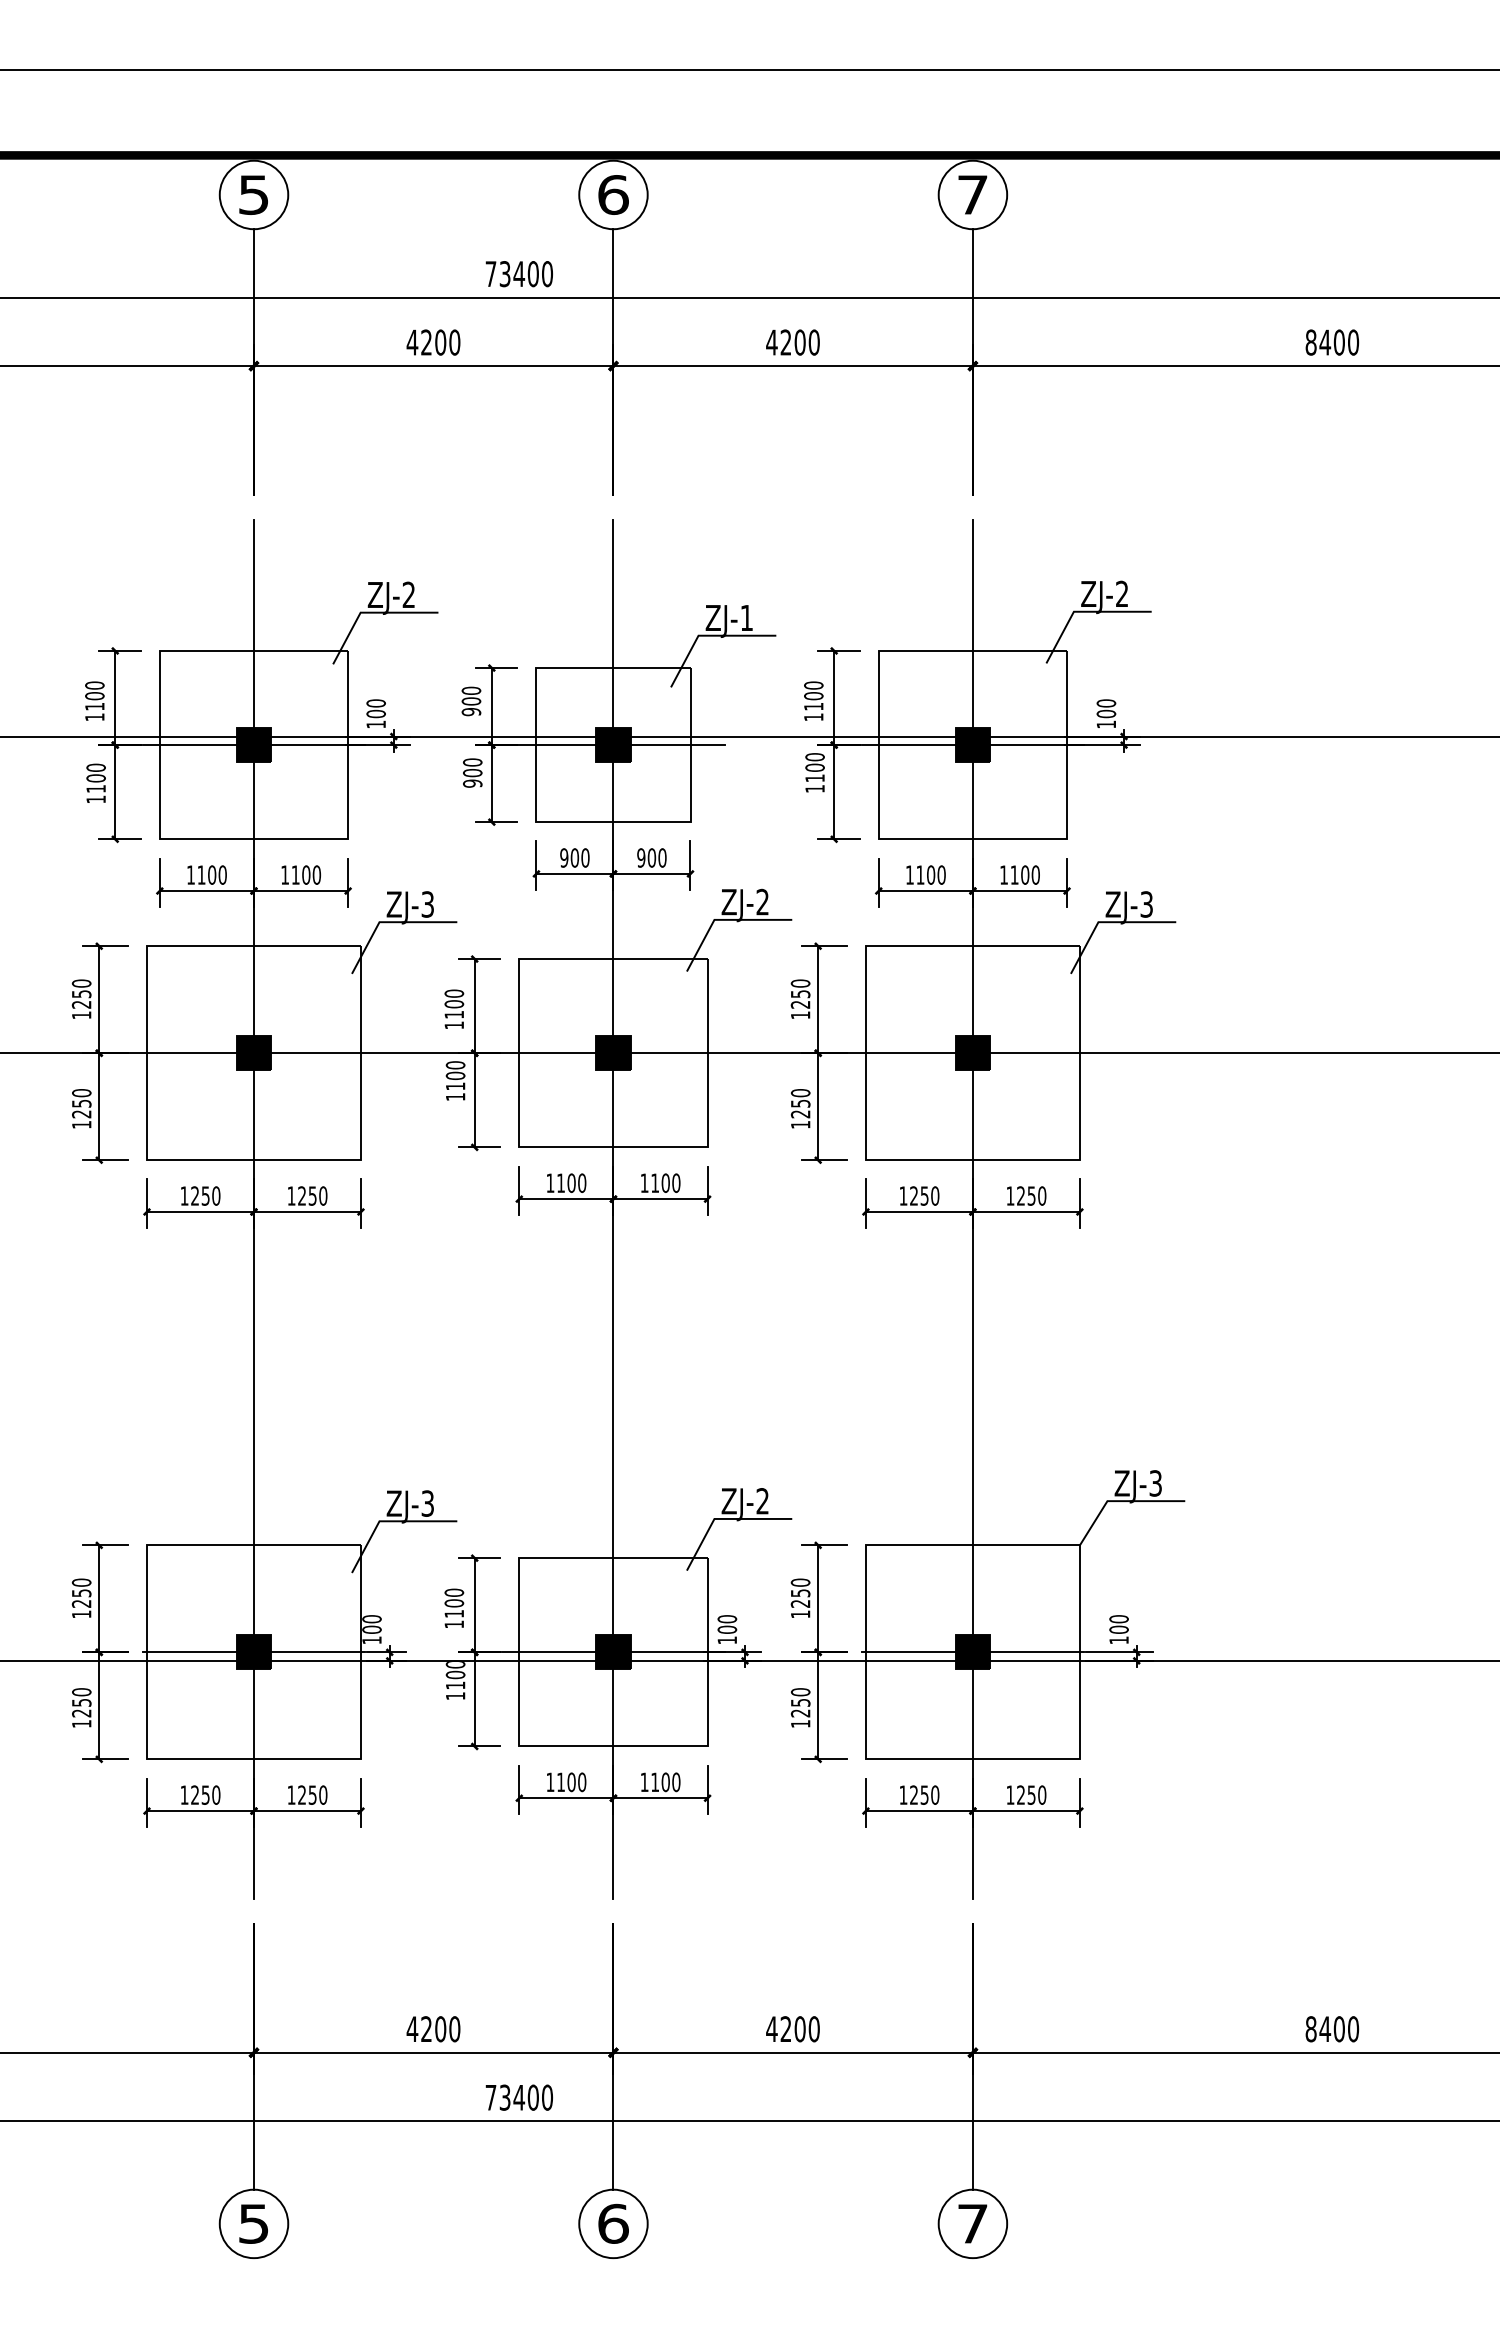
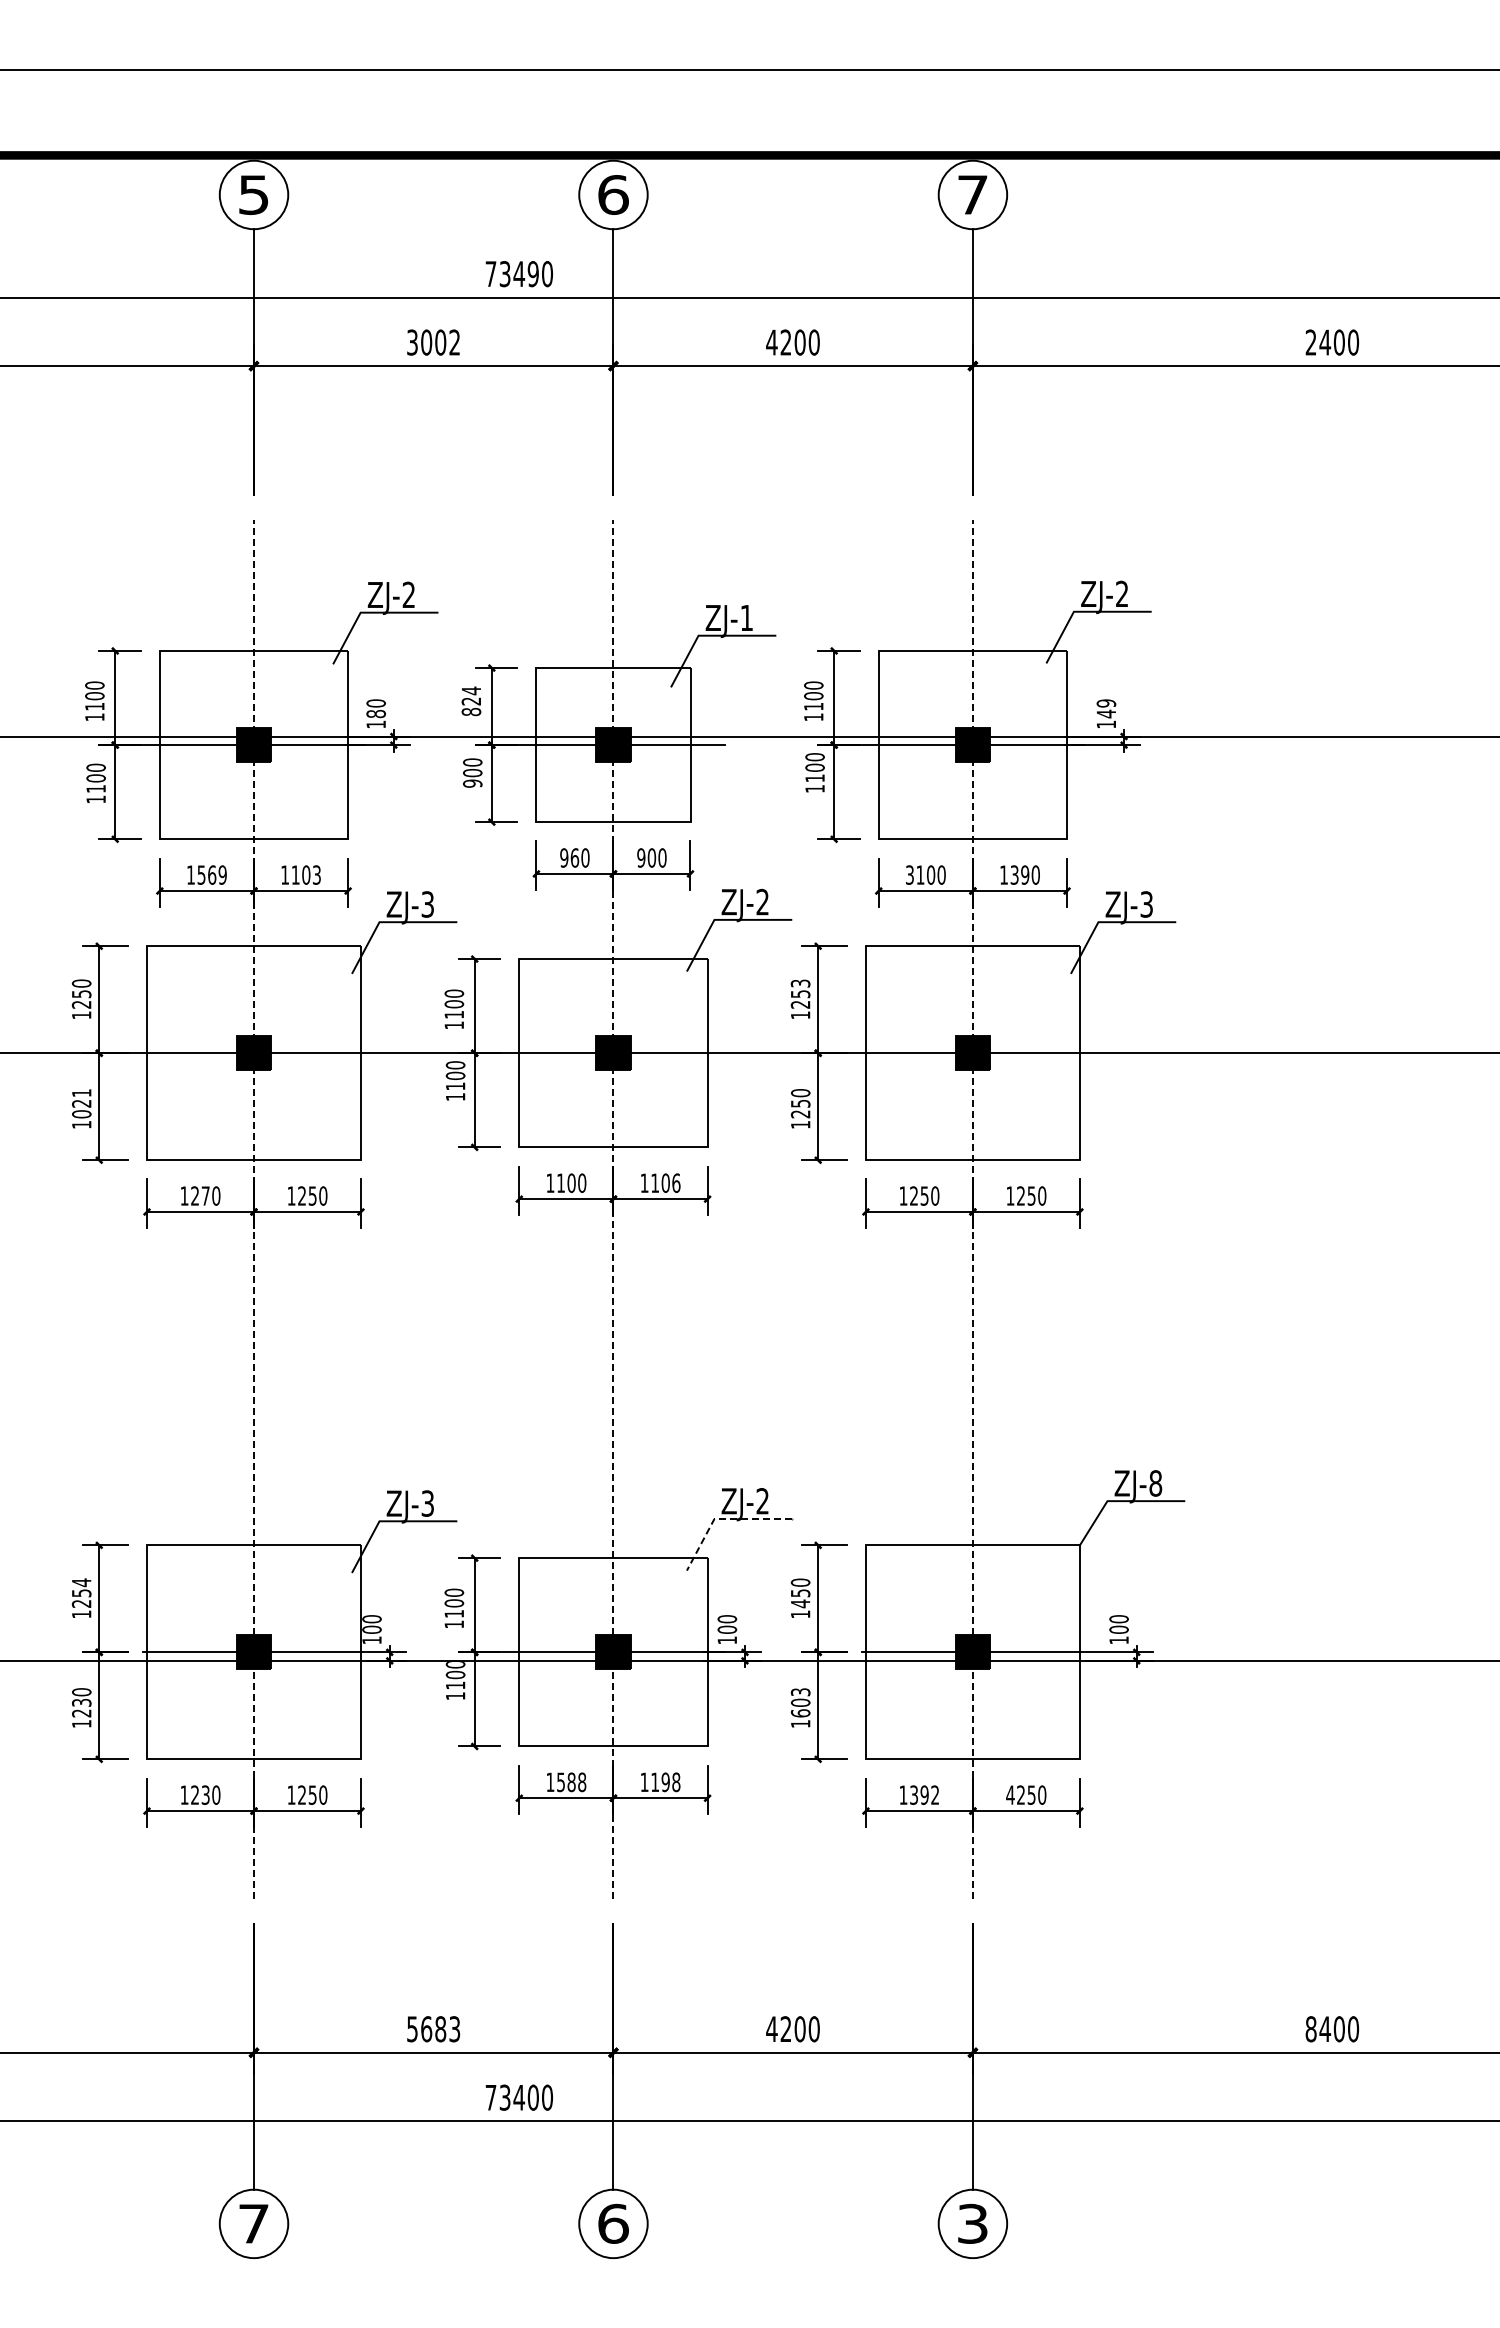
text at (532, 274): 73400 -> 73490
text at (433, 342): 4200 -> 3002
text at (1310, 342): 8400 -> 2400
text at (471, 701): 900 -> 824
text at (1106, 708): 100 -> 149
text at (375, 713): 100 -> 180
text at (574, 857): 900 -> 960
text at (211, 874): 1100 -> 1569
text at (316, 874): 1100 -> 1103
text at (909, 874): 1100 -> 3100
text at (1019, 874): 1100 -> 1390
text at (800, 983): 1250 -> 1253
text at (81, 1103): 1250 -> 1021
text at (676, 1182): 1100 -> 1106
text at (205, 1195): 1250 -> 1270
line at (254, 1208): solid -> dashed
line at (613, 1208): solid -> dashed
line at (972, 1208): solid -> dashed
text at (1155, 1483): ZJ-3 -> ZJ-8
line at (723, 1518): solid -> dashed
text at (81, 1582): 1250 -> 1254
text at (800, 1603): 1250 -> 1450
text at (81, 1702): 1250 -> 1230
text at (800, 1702): 1250 -> 1603
text at (571, 1782): 1100 -> 1588
text at (670, 1782): 1100 -> 1198
text at (205, 1794): 1250 -> 1230
text at (924, 1794): 1250 -> 1392
text at (1010, 1794): 1250 -> 4250
text at (433, 2029): 4200 -> 5683
text at (253, 2223): 5 -> 7
text at (972, 2223): 7 -> 3
